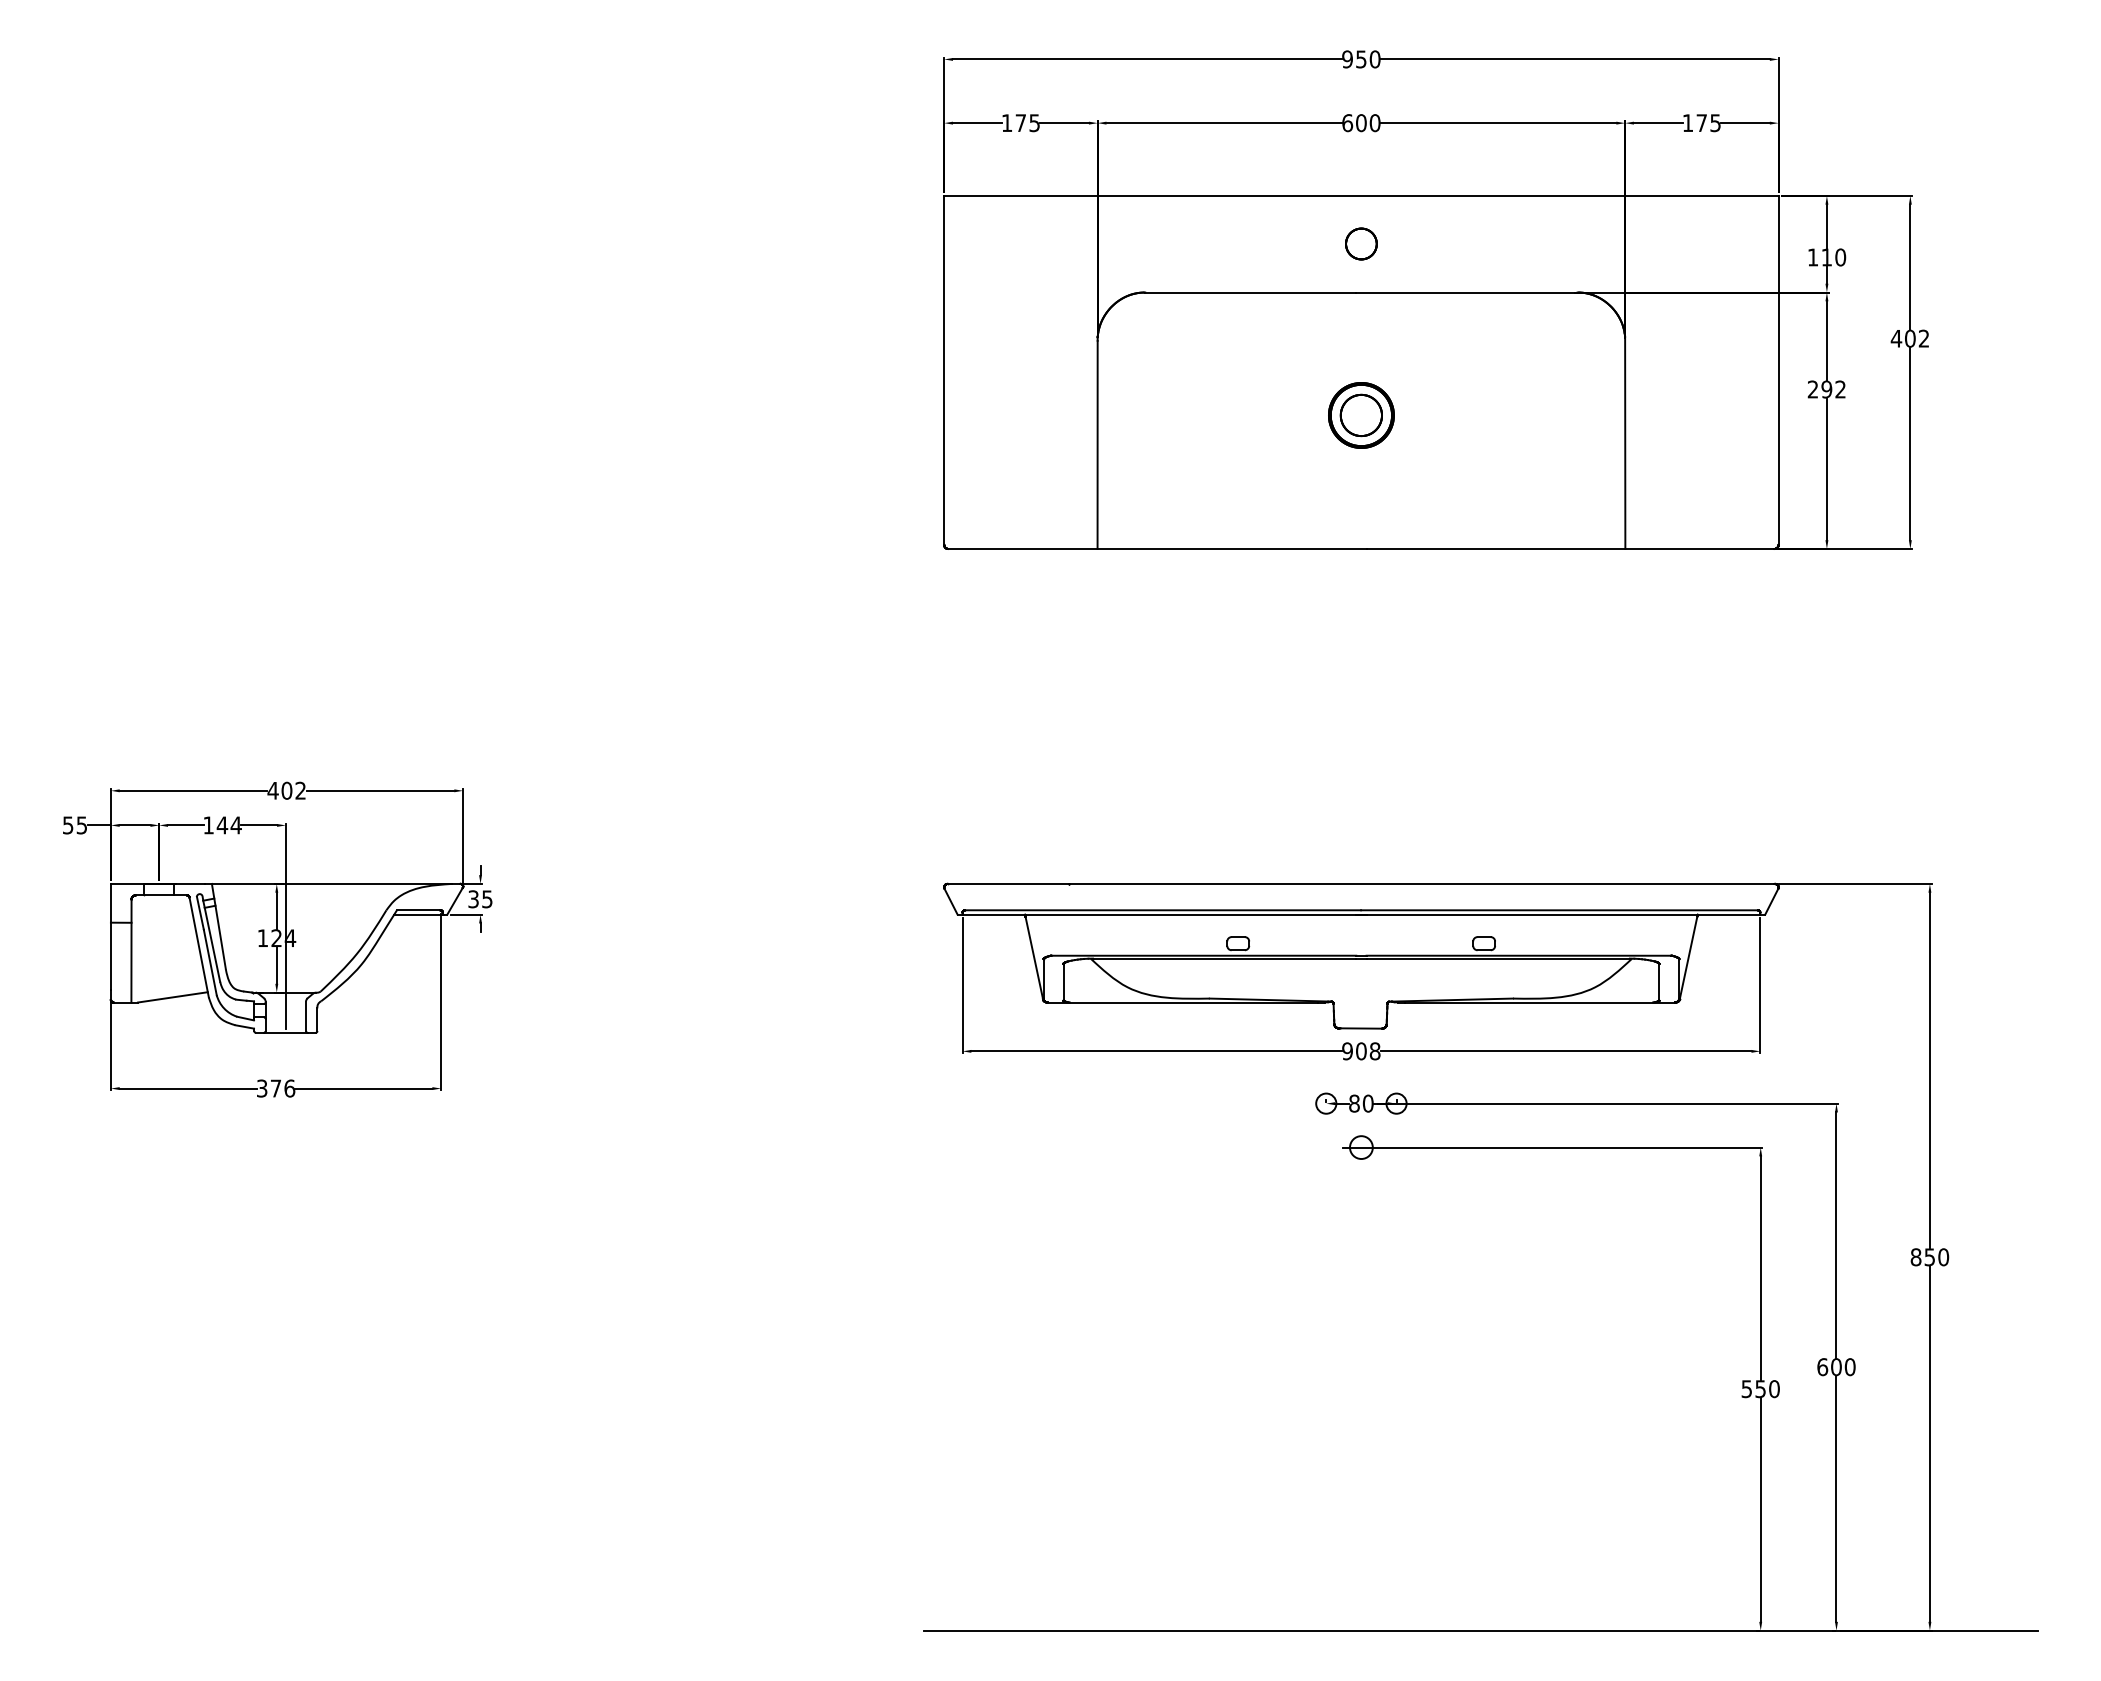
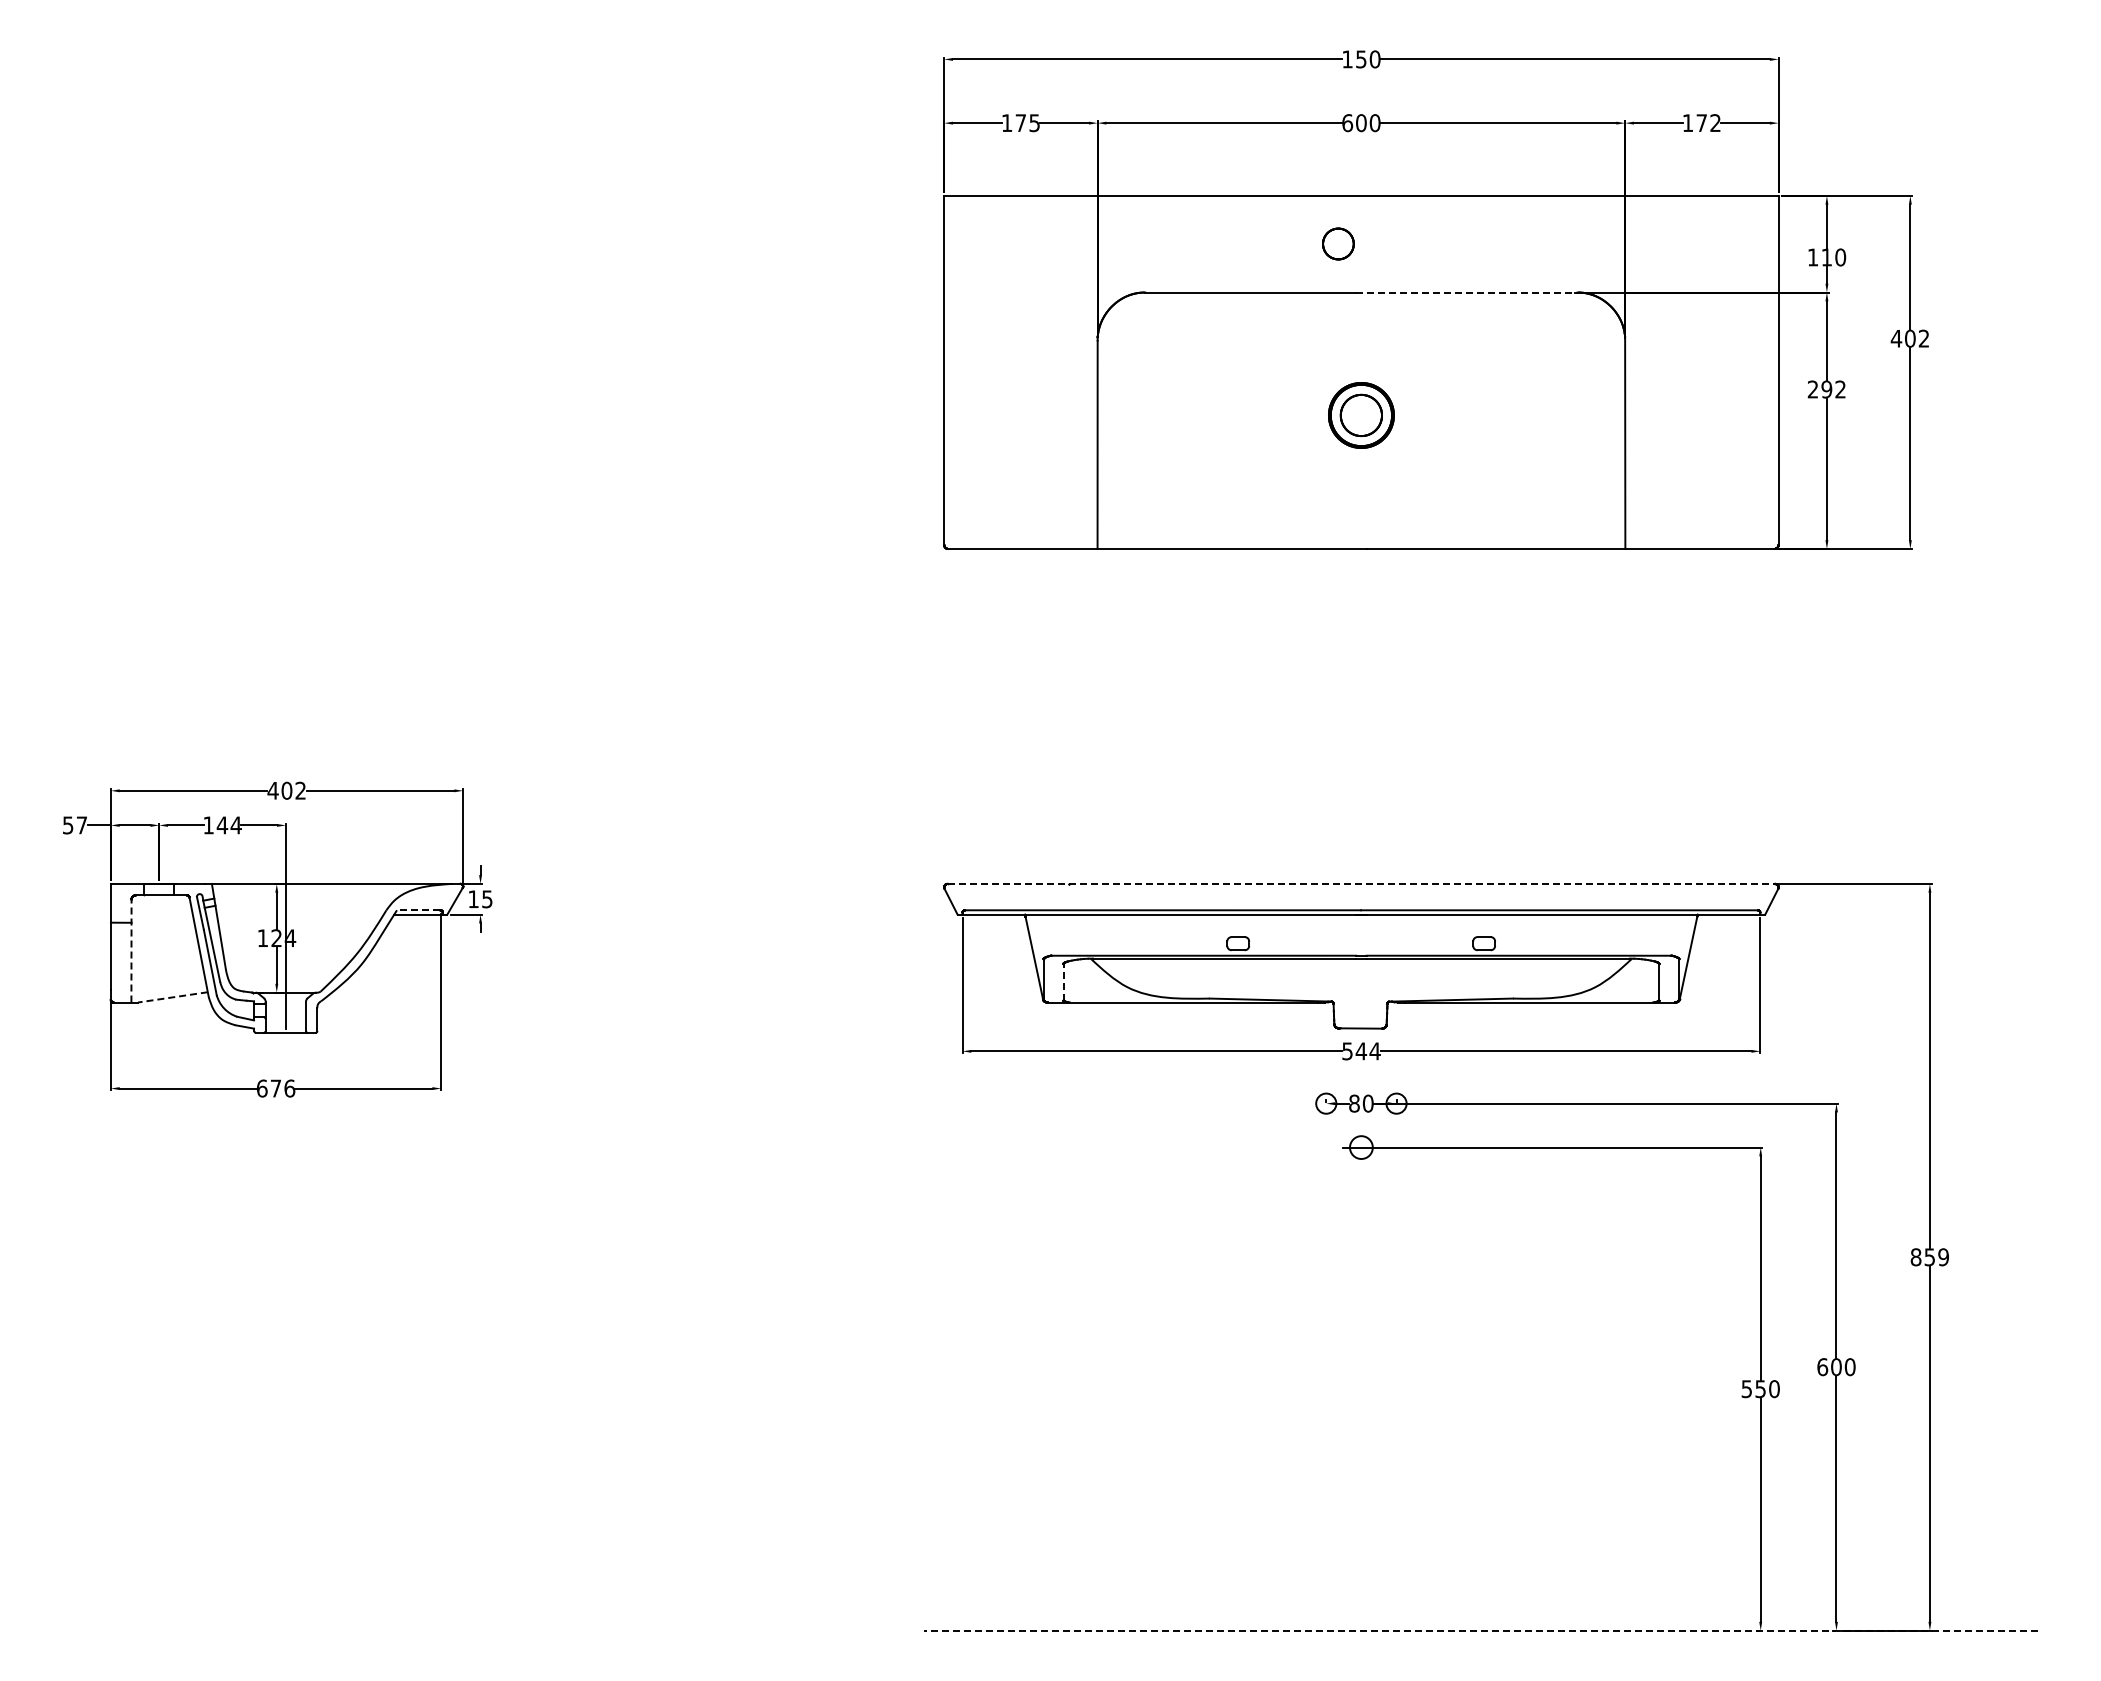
text at (1347, 59): 950 -> 150
text at (1715, 123): 175 -> 172
part at (1361, 243) position: (1361, 243) -> (1338, 243)
line at (1466, 292): solid -> dashed
text at (81, 825): 55 -> 57
line at (1361, 883): solid -> dashed
text at (473, 899): 35 -> 15
line at (418, 910): solid -> dashed
line at (131, 950): solid -> dashed
line at (1063, 981): solid -> dashed
line at (172, 997): solid -> dashed
text at (1361, 1051): 908 -> 544
text at (262, 1088): 376 -> 676
text at (1943, 1257): 850 -> 859
line at (1480, 1630): solid -> dashed
